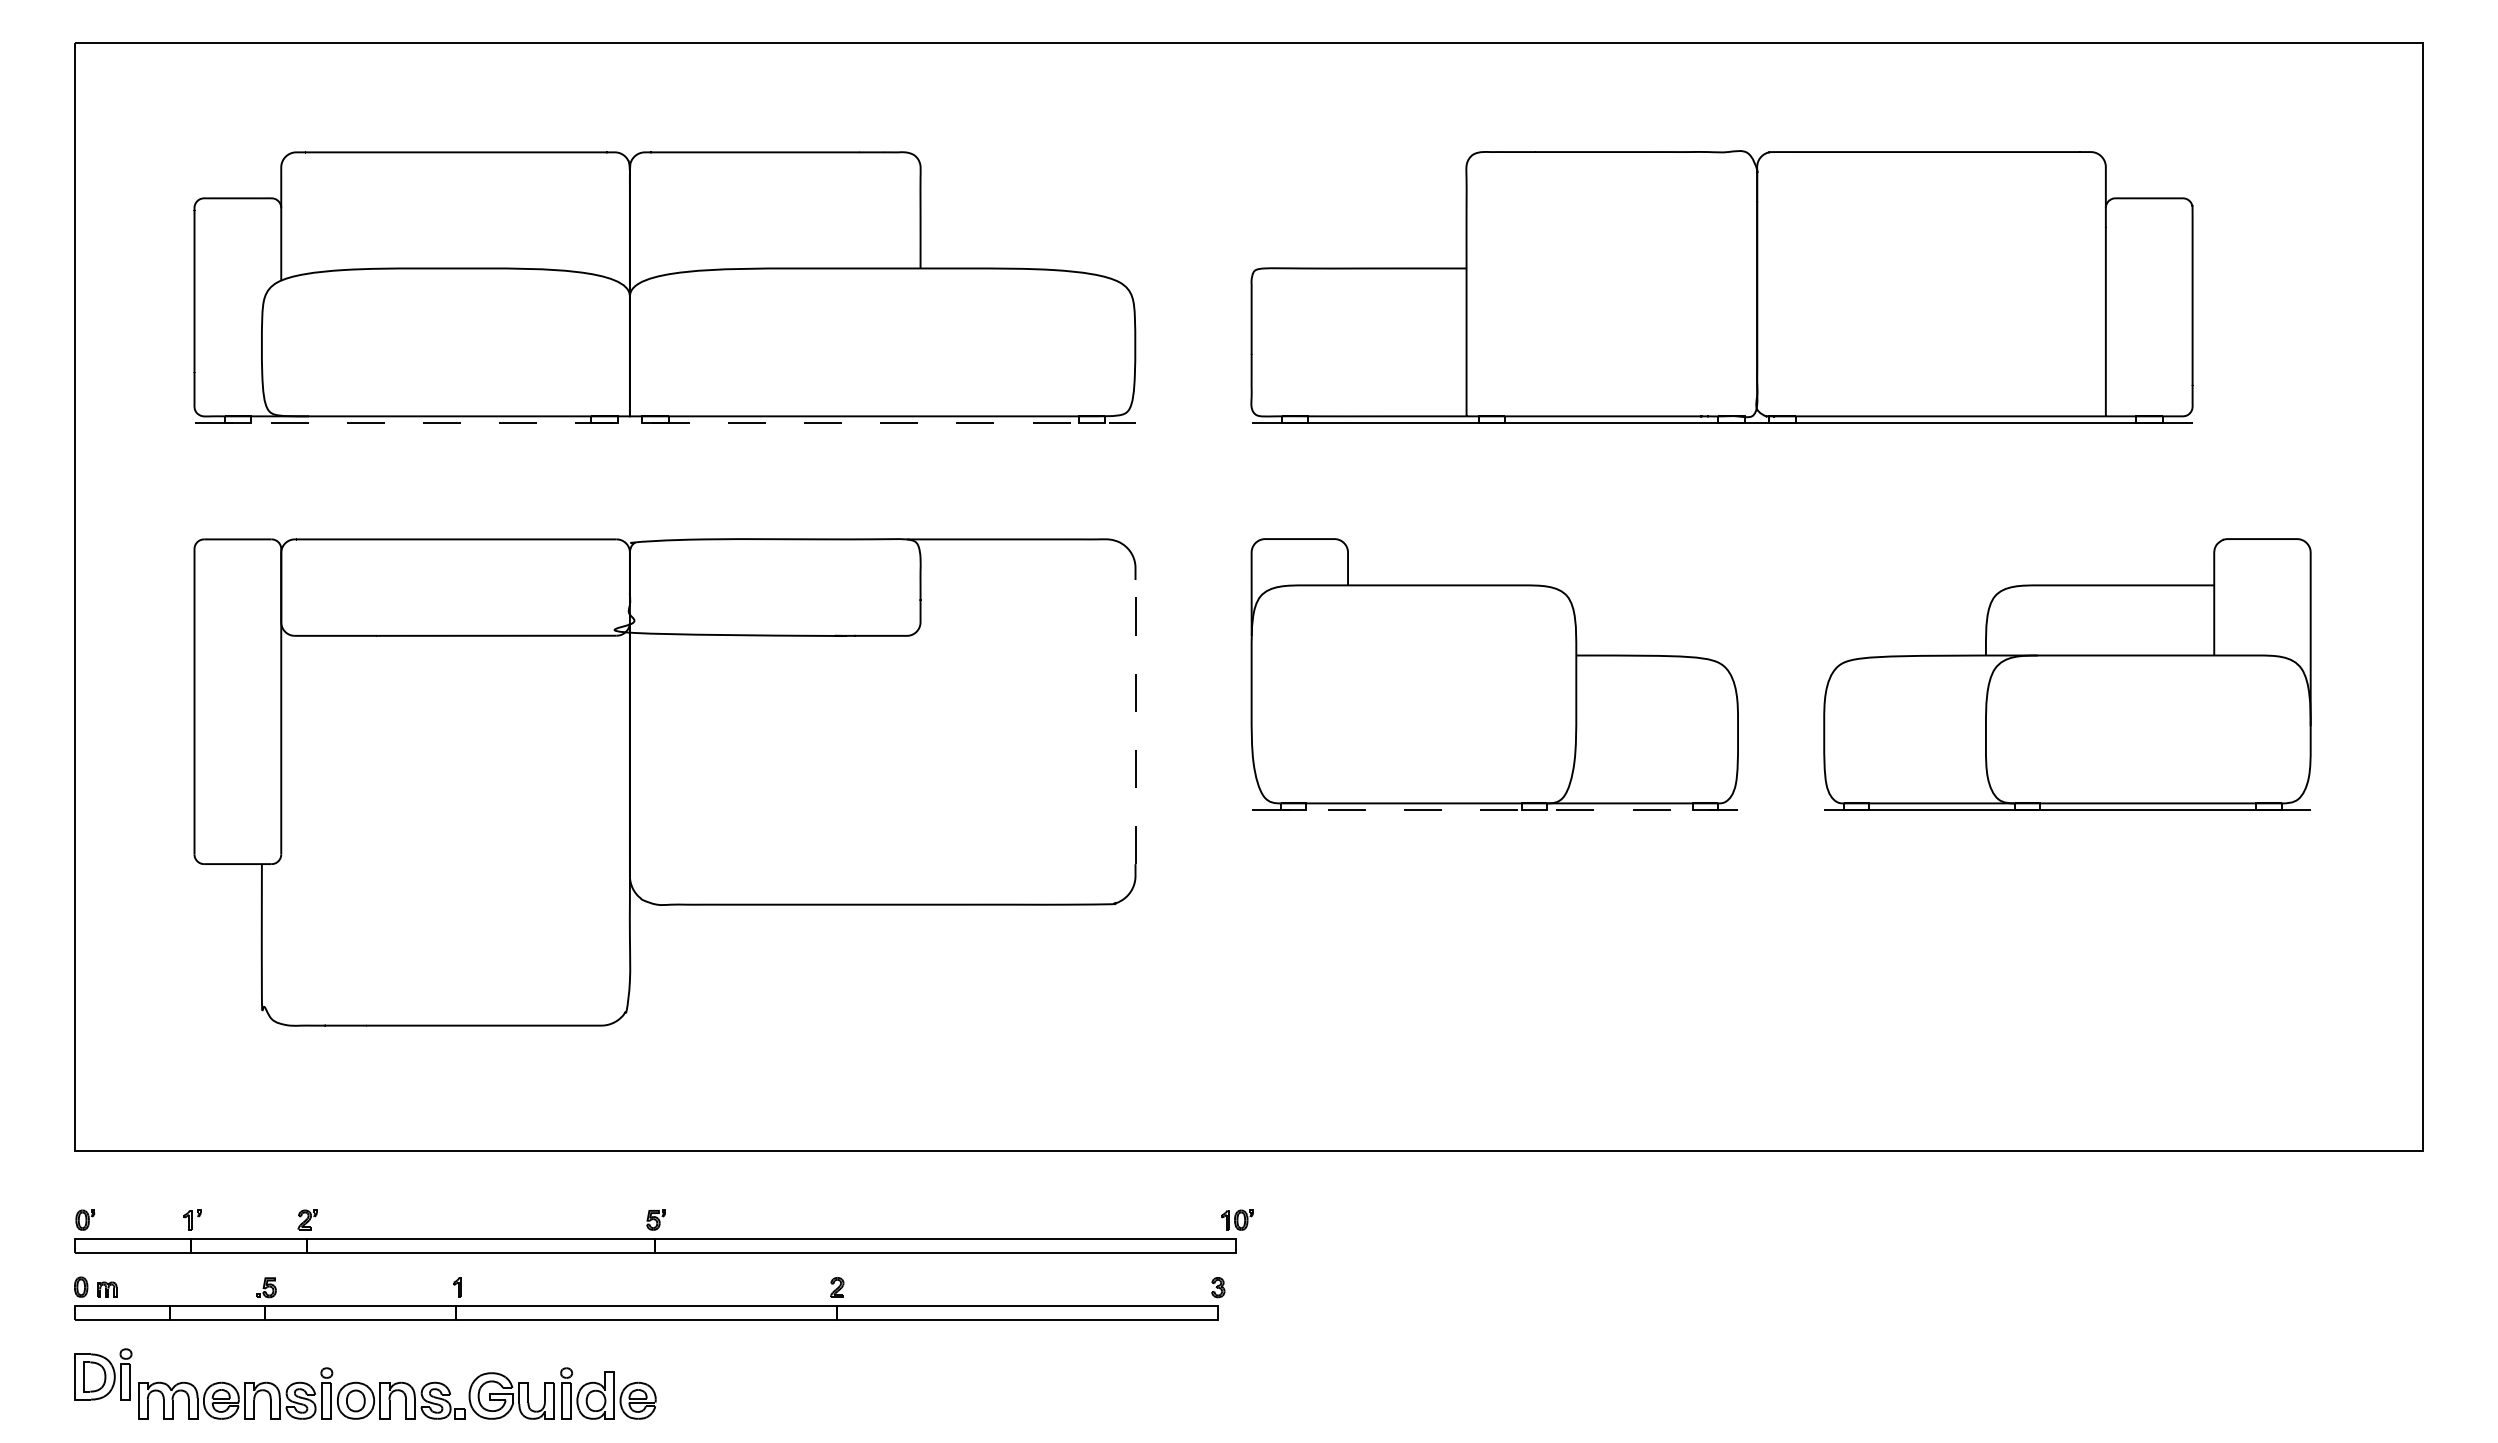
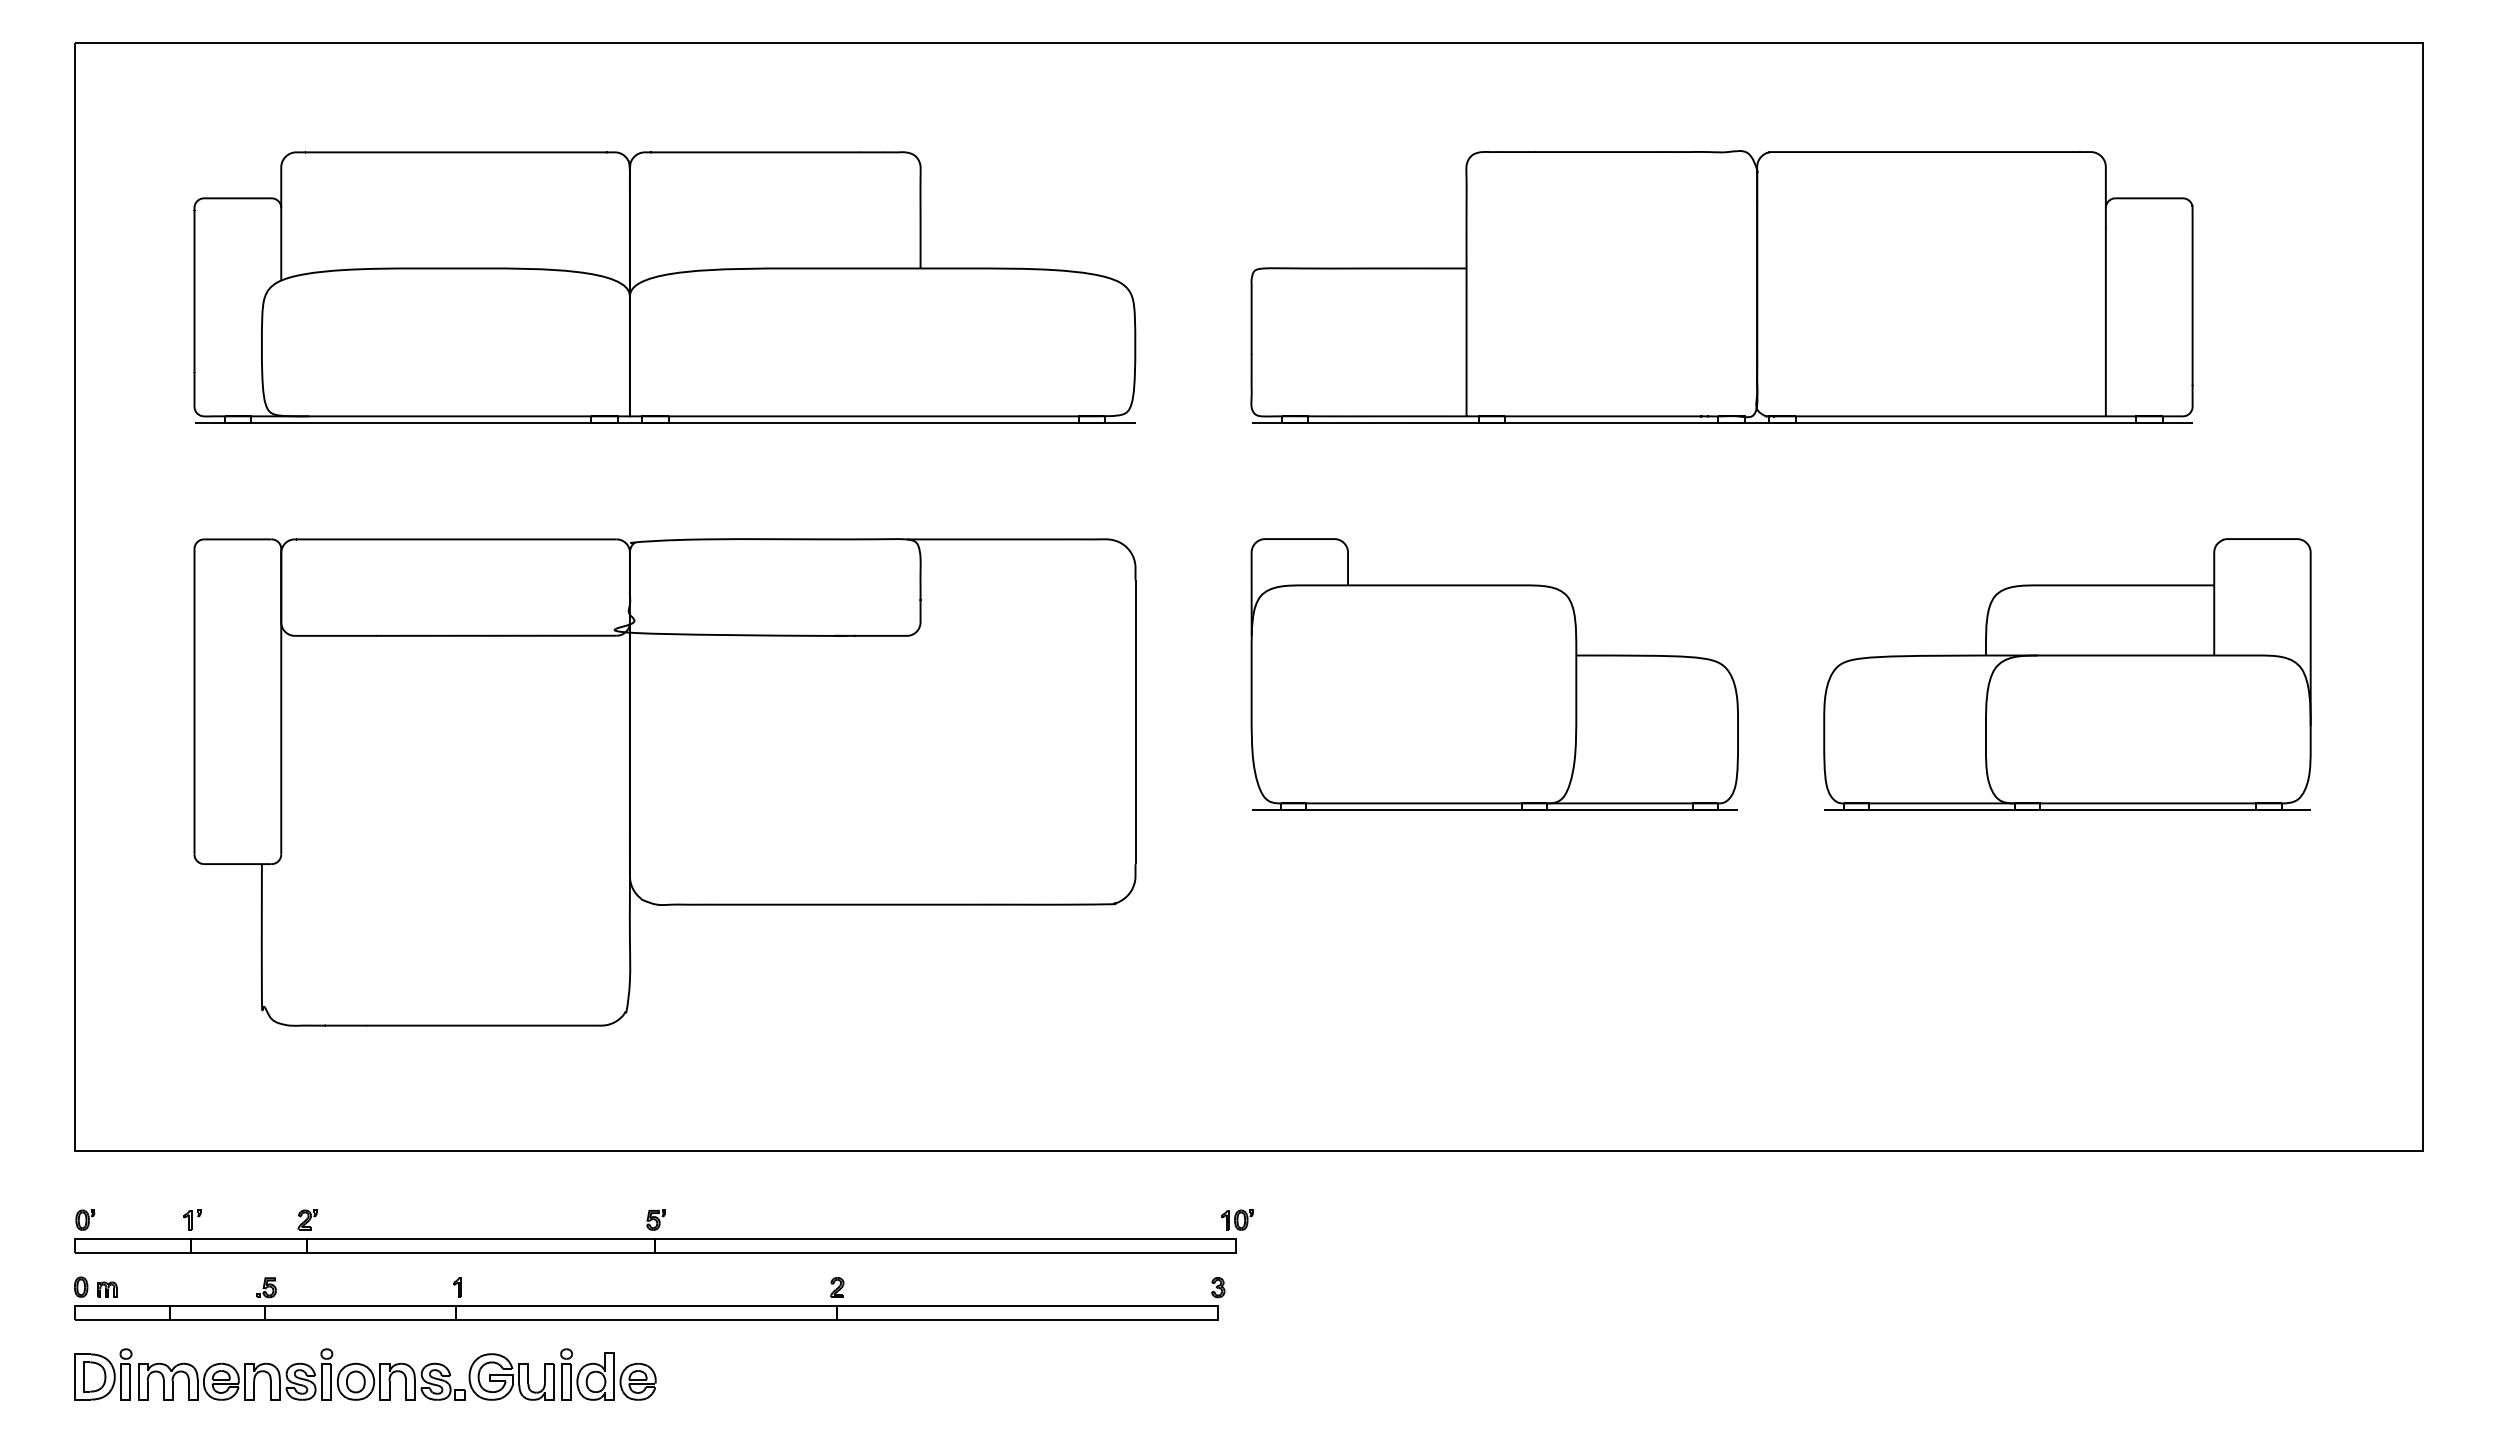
line at (665, 423): dashed -> solid
line at (1135, 721): dashed -> solid
line at (1495, 810): dashed -> solid
part at (397, 1393) position: (397, 1393) -> (397, 1374)
